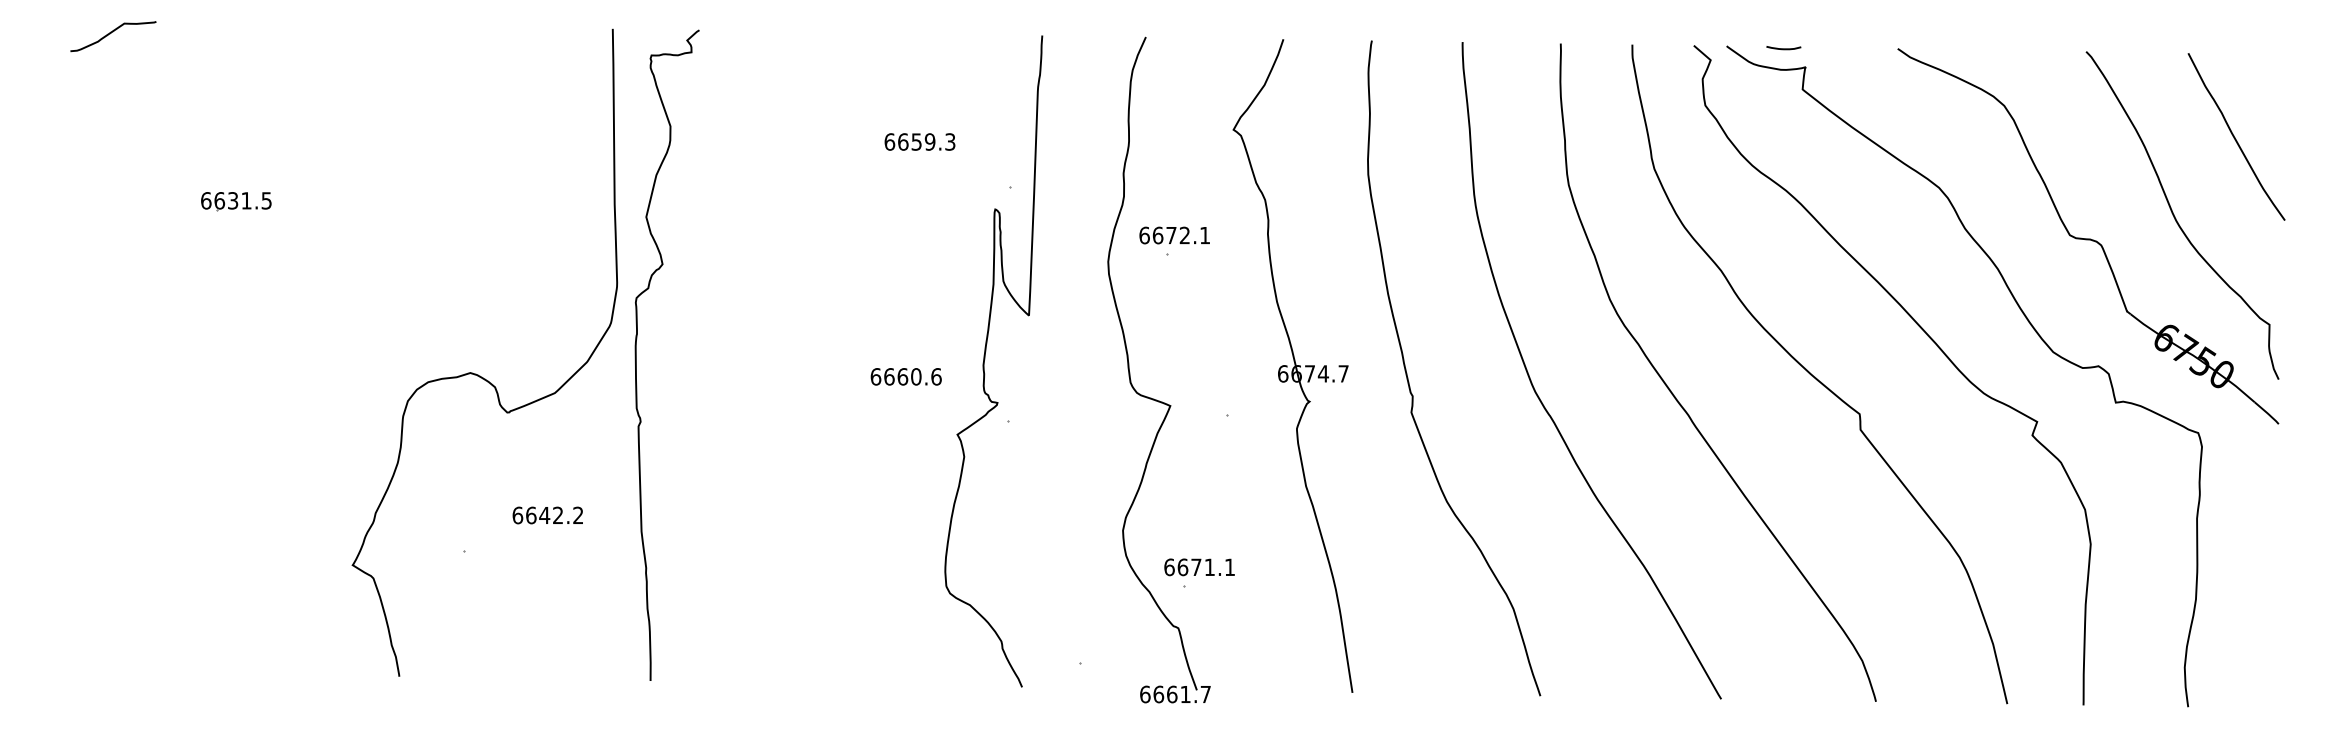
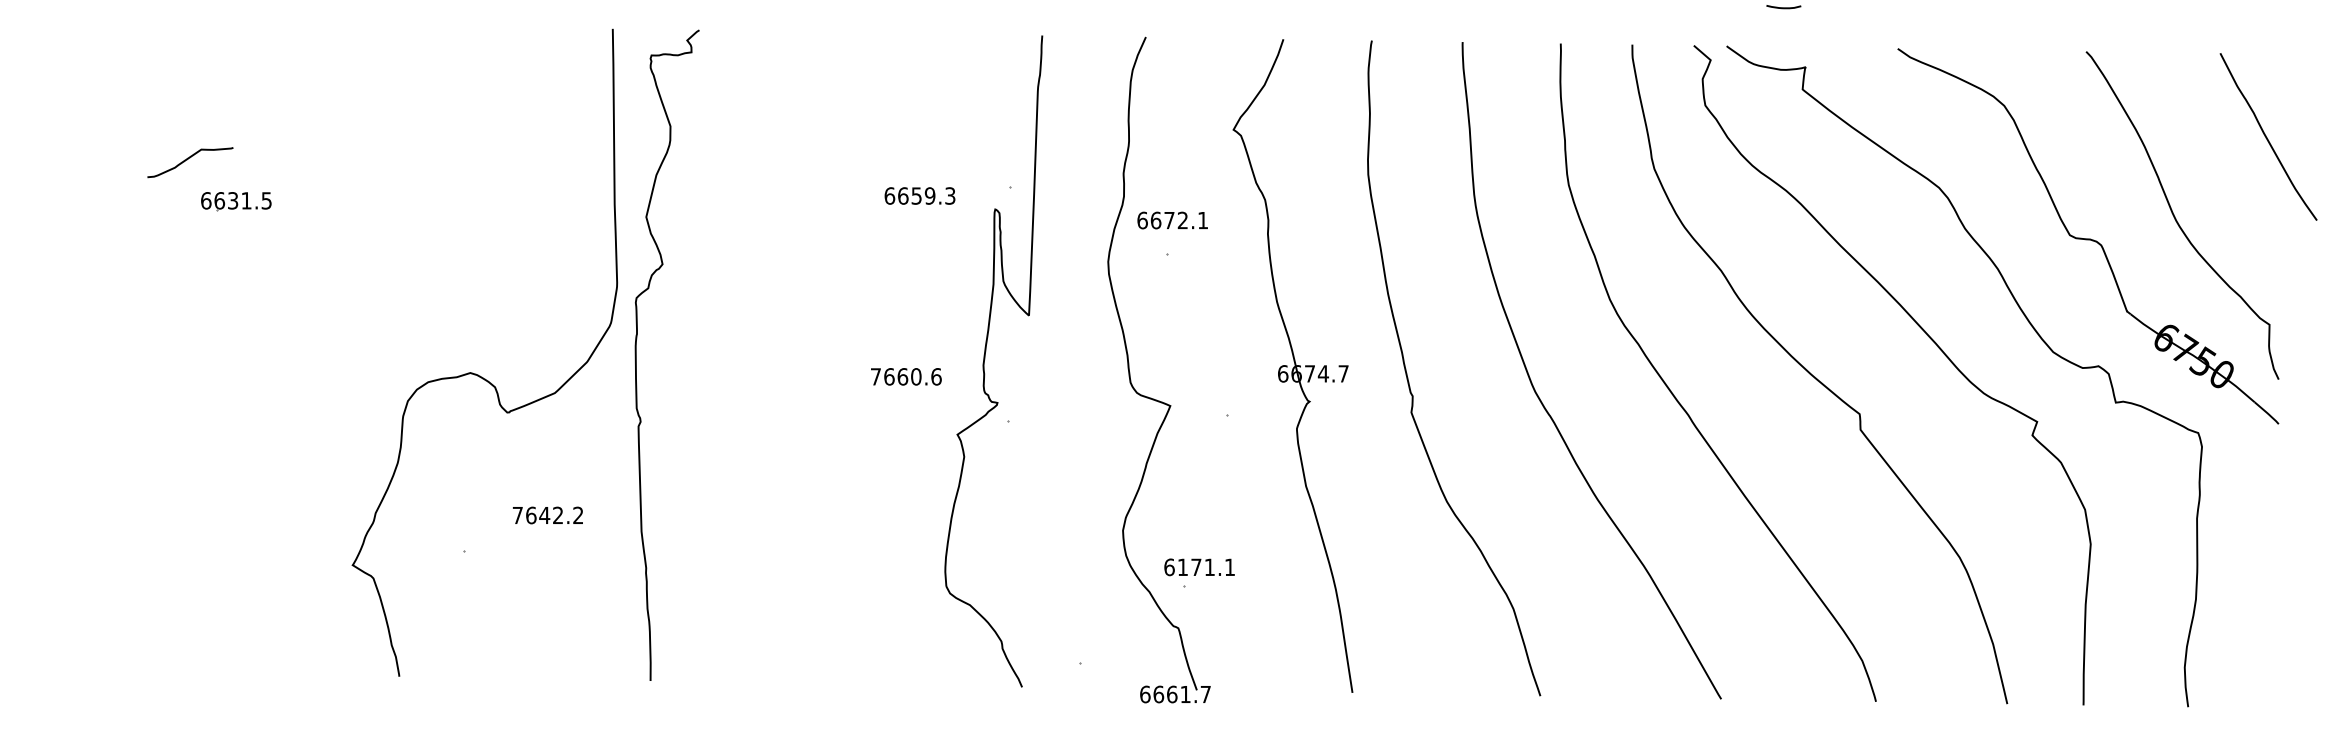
curve at (111, 33) position: (111, 33) -> (188, 159)
curve at (1783, 48) position: (1783, 48) -> (1783, 7)
curve at (2235, 137) position: (2235, 137) -> (2267, 137)
text at (919, 141) position: (919, 141) -> (919, 195)
text at (1174, 235) position: (1174, 235) -> (1172, 220)
text at (875, 376): 6660.6 -> 7660.6
text at (517, 515): 6642.2 -> 7642.2
text at (1182, 567): 6671.1 -> 6171.1
